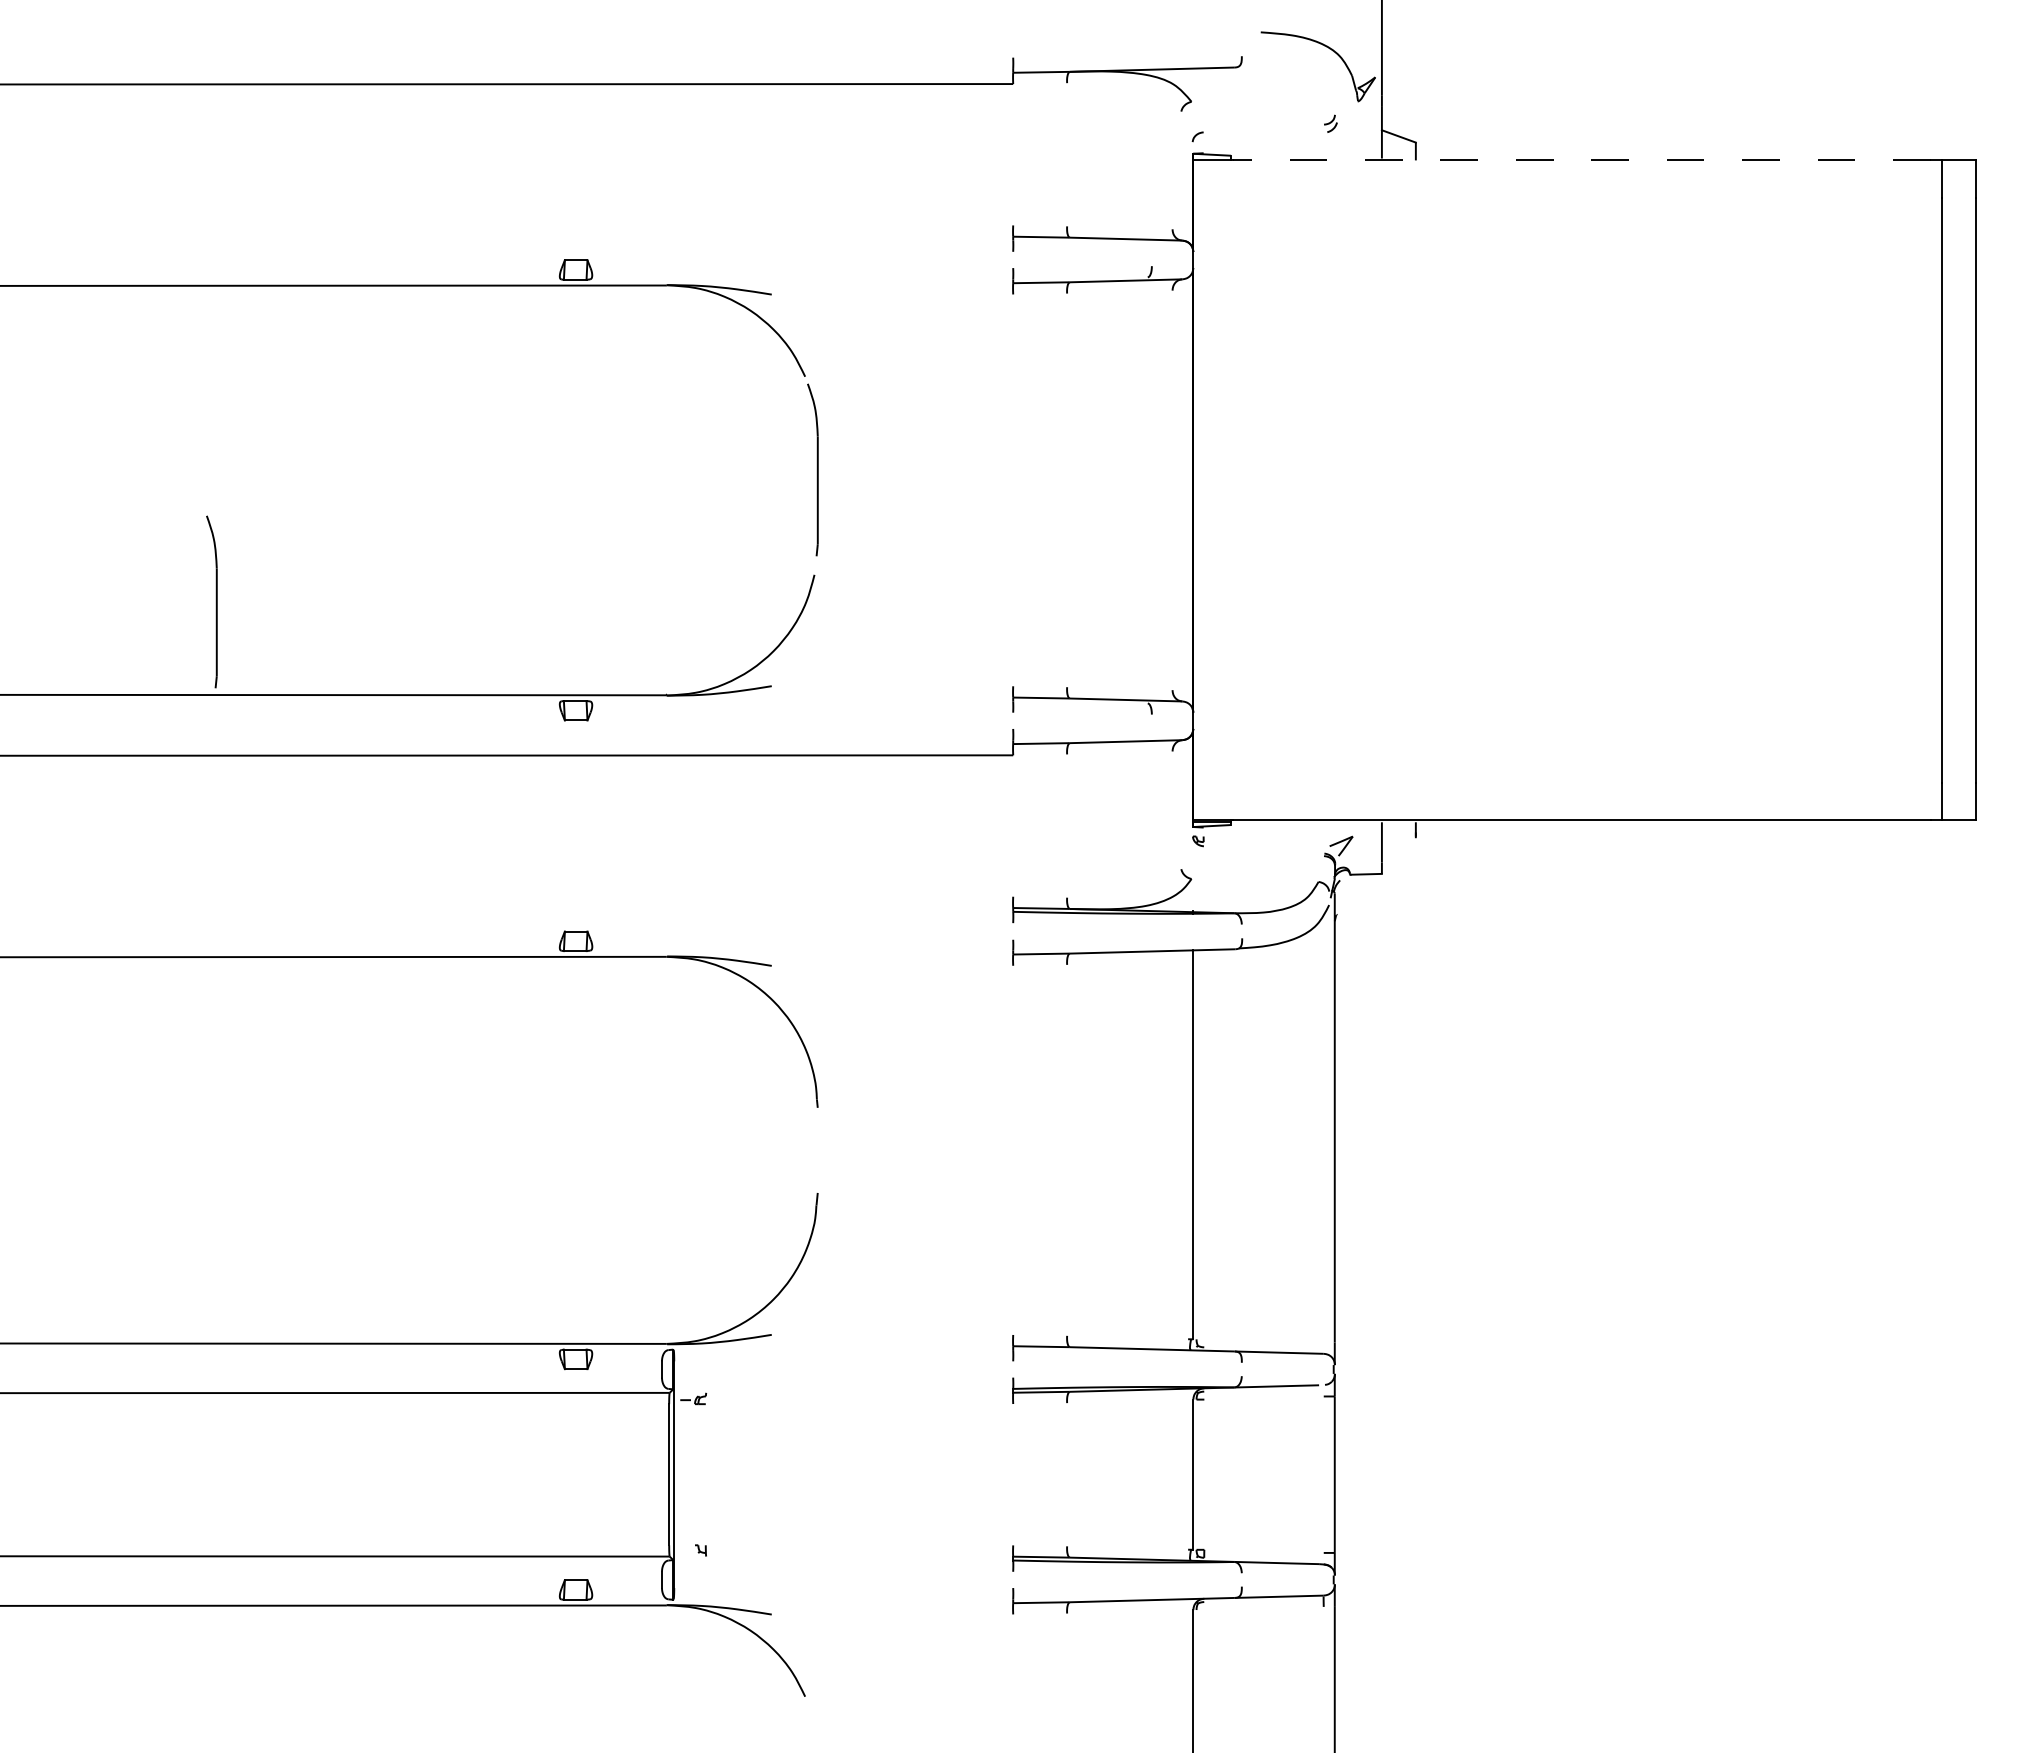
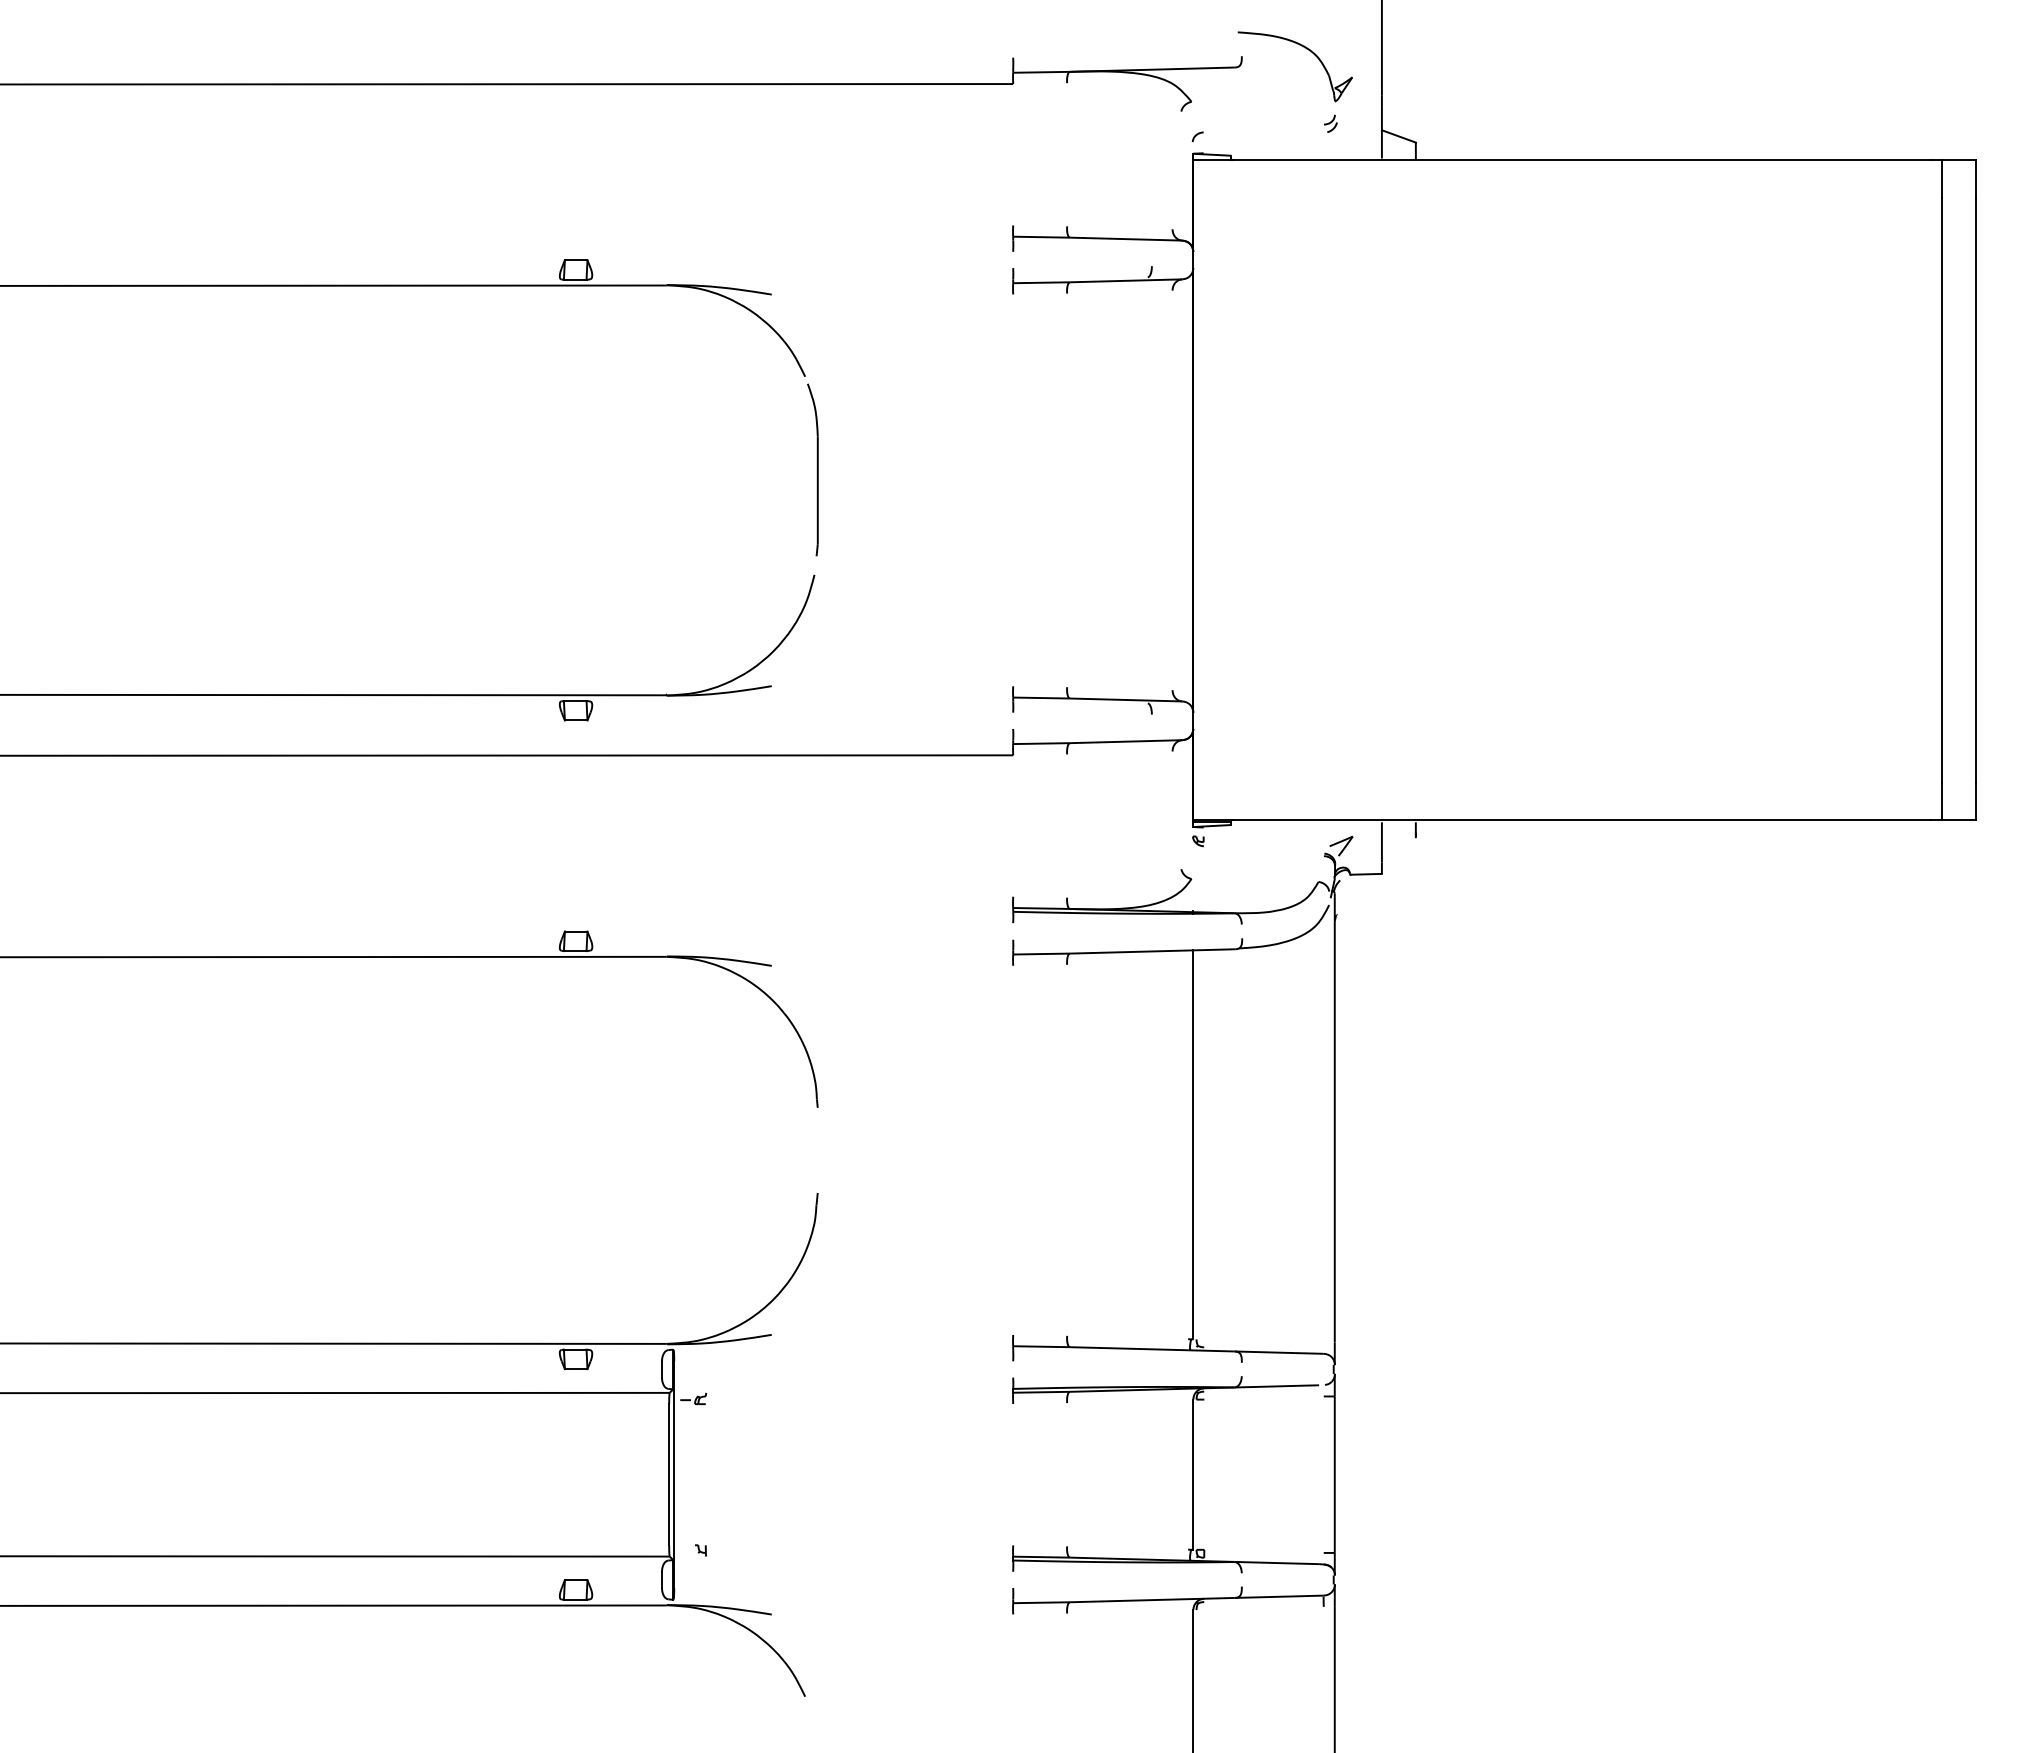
part at (1329, 49) position: (1329, 49) -> (1306, 49)
line at (1581, 160): dashed -> solid
part at (211, 601): present -> none
